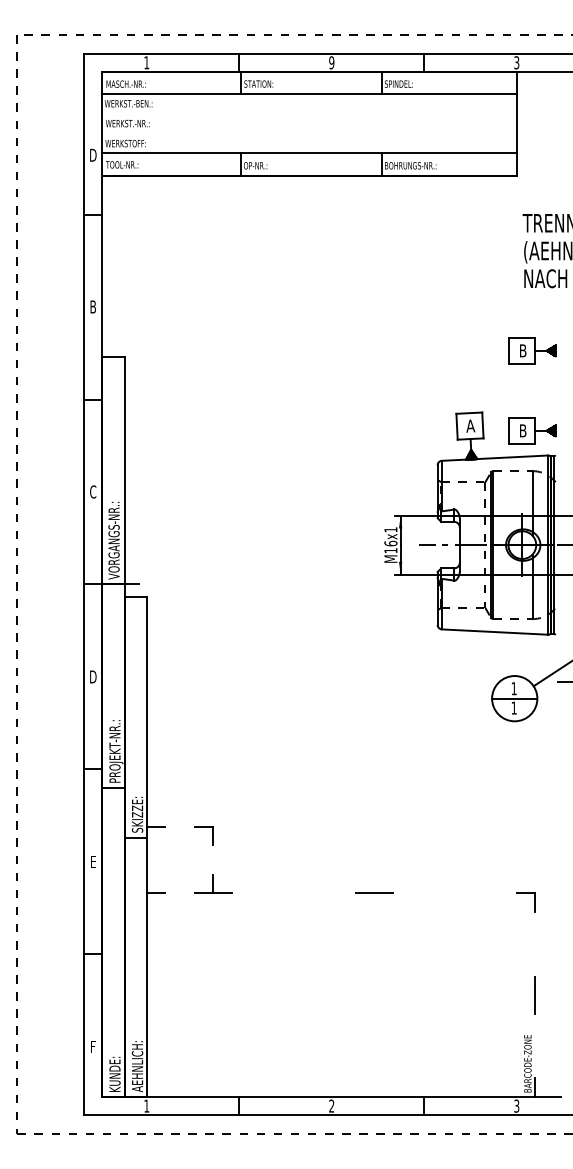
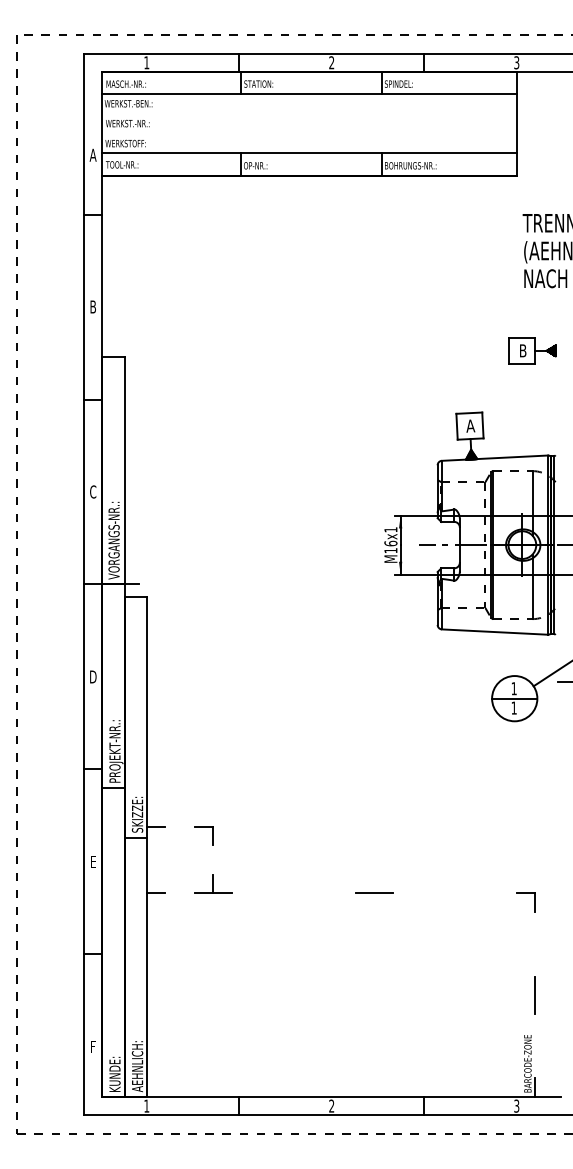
text at (331, 62): 9 -> 2
text at (92, 154): D -> A
part at (532, 430): present -> none
